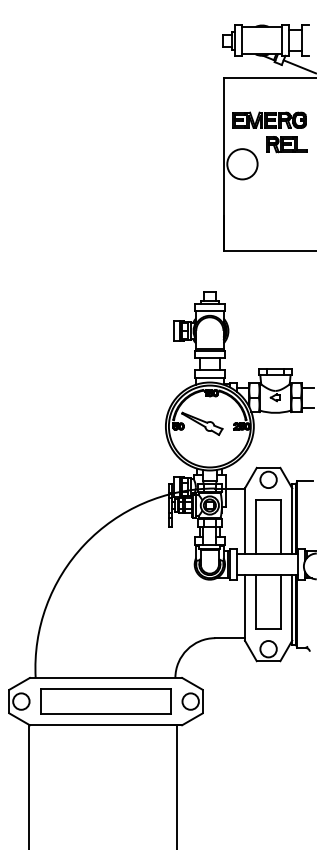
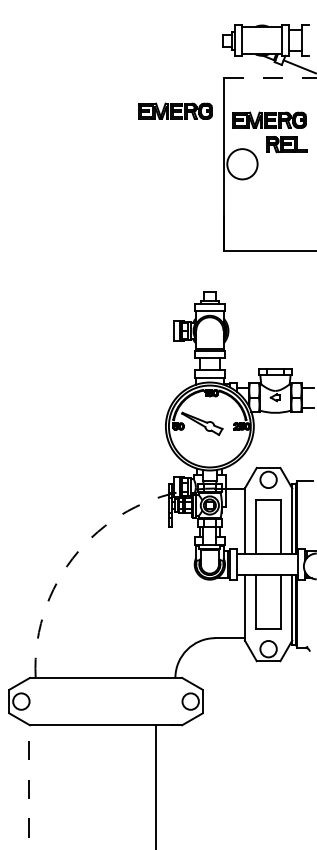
line at (270, 77): solid -> dashed
part at (175, 110): none -> present
arc at (84, 544): solid -> dashed
part at (105, 701): present -> none
line at (176, 785) position: (176, 785) -> (155, 785)
line at (29, 787): solid -> dashed
